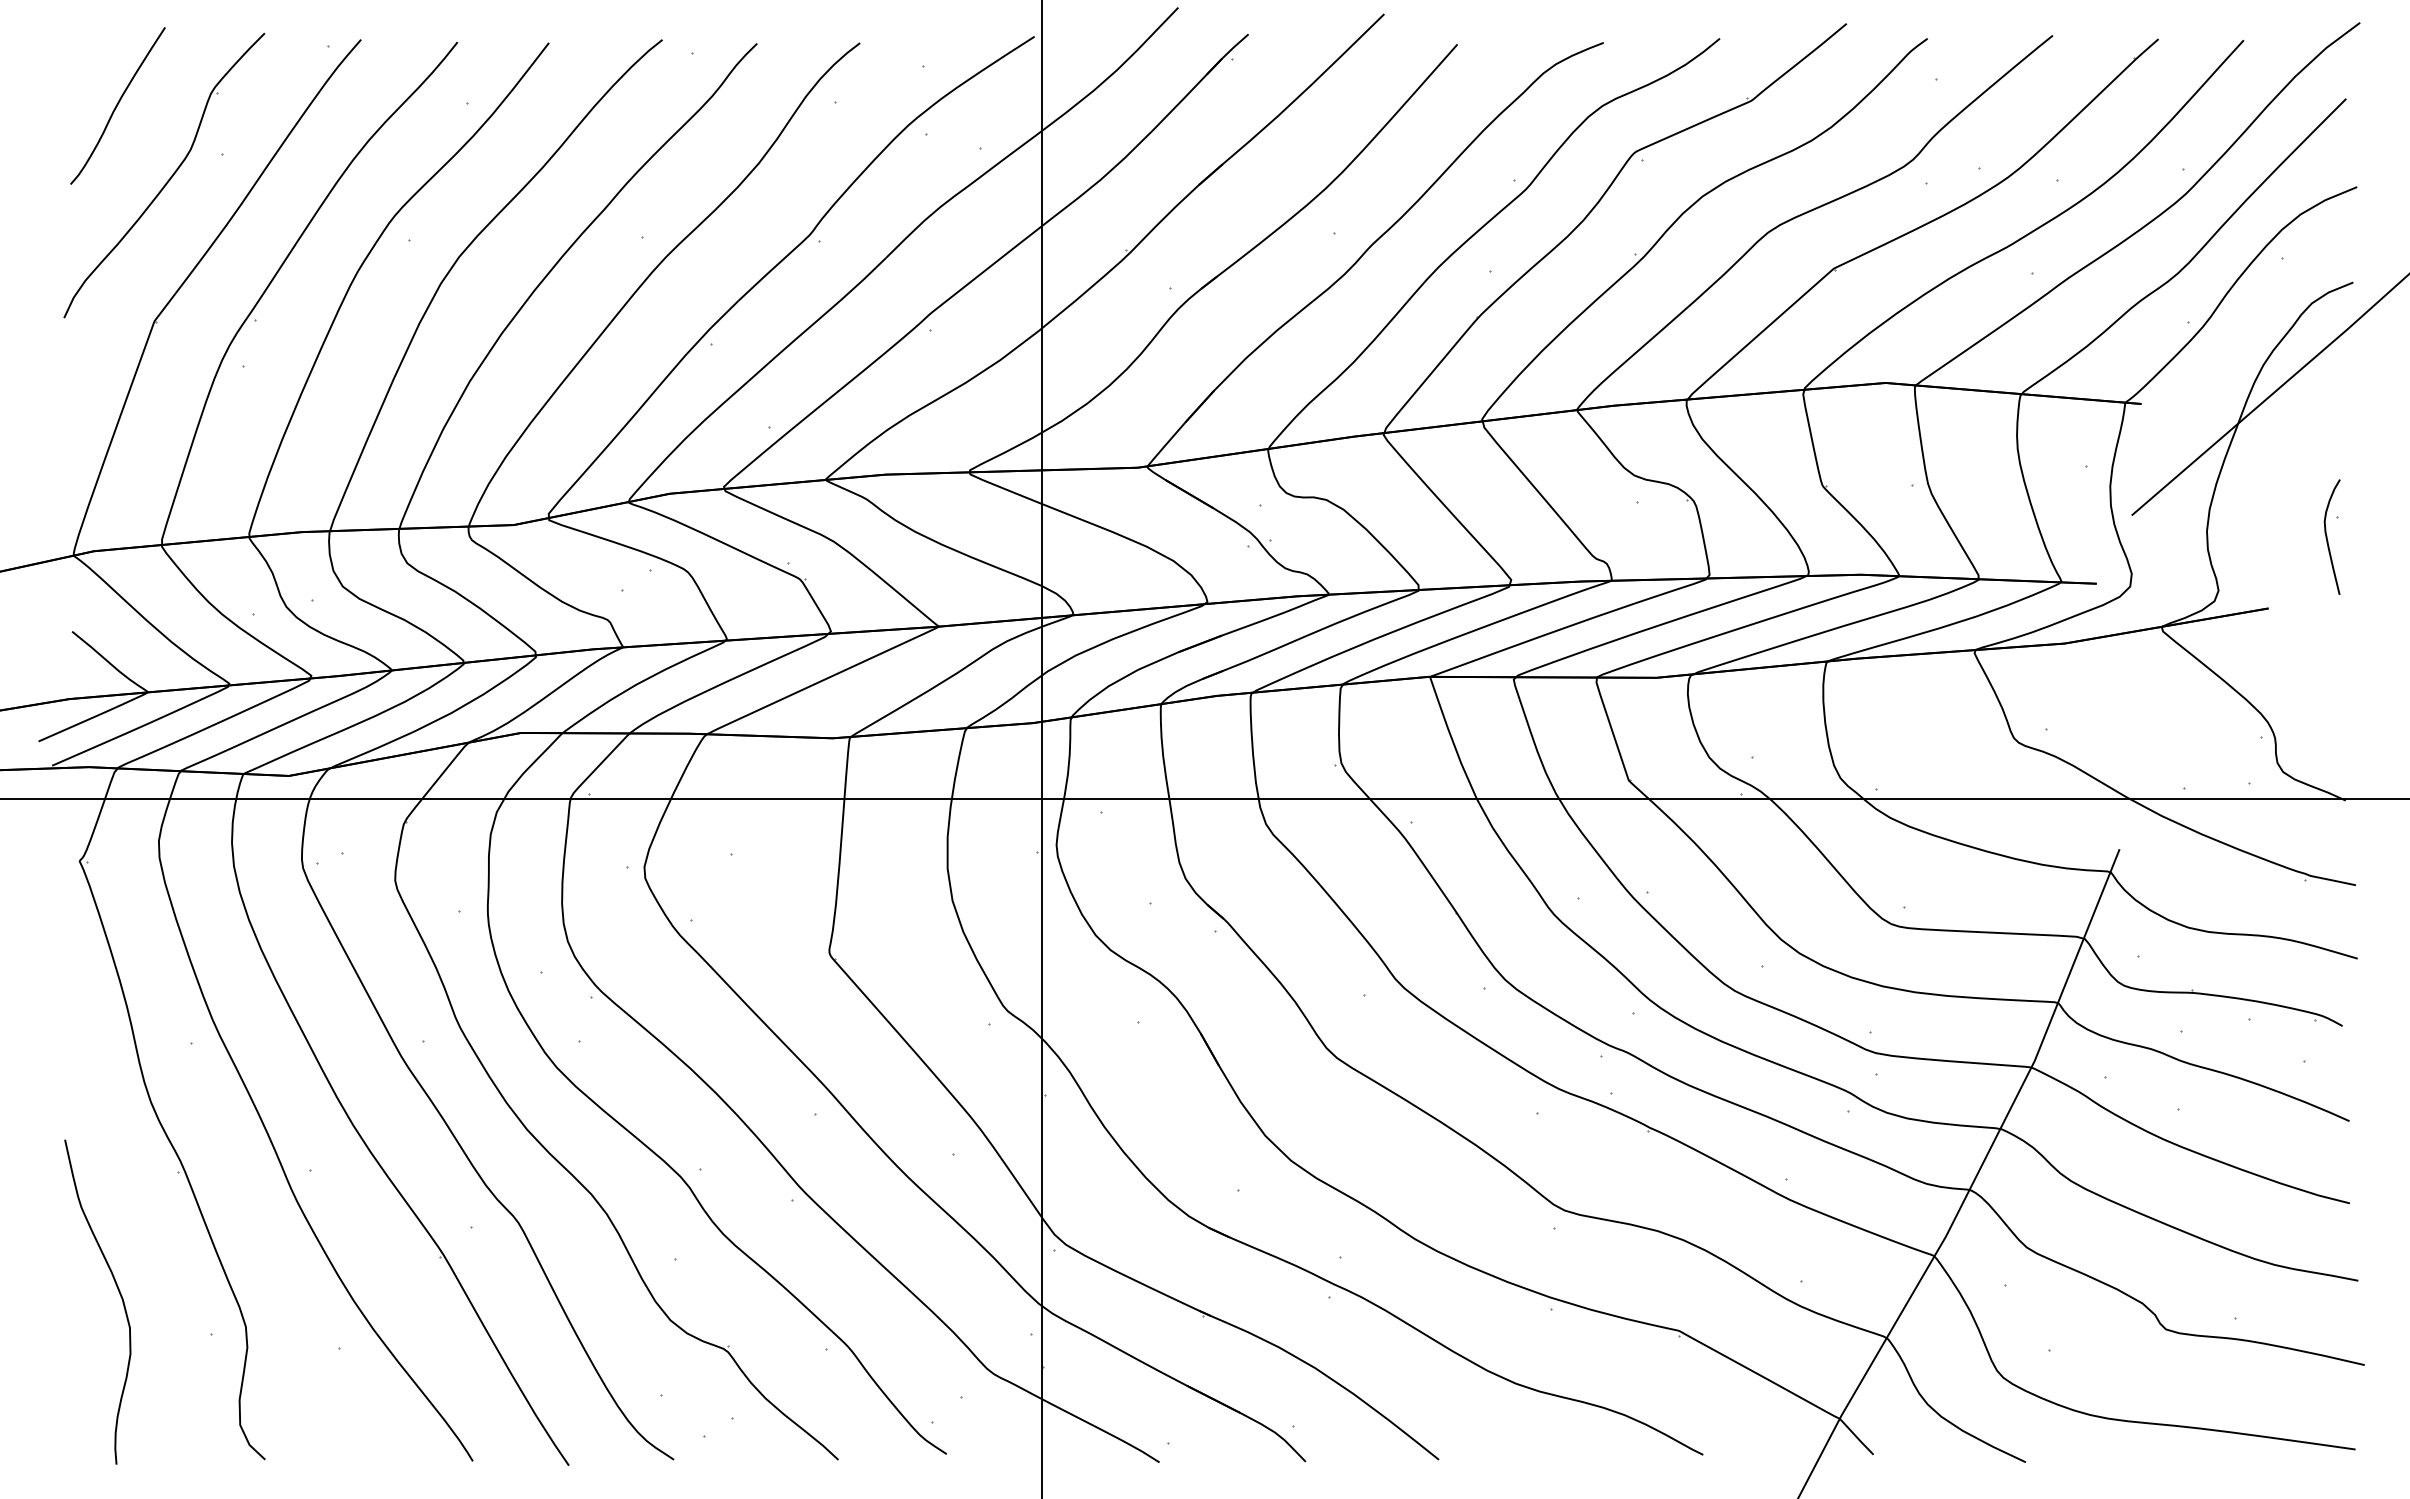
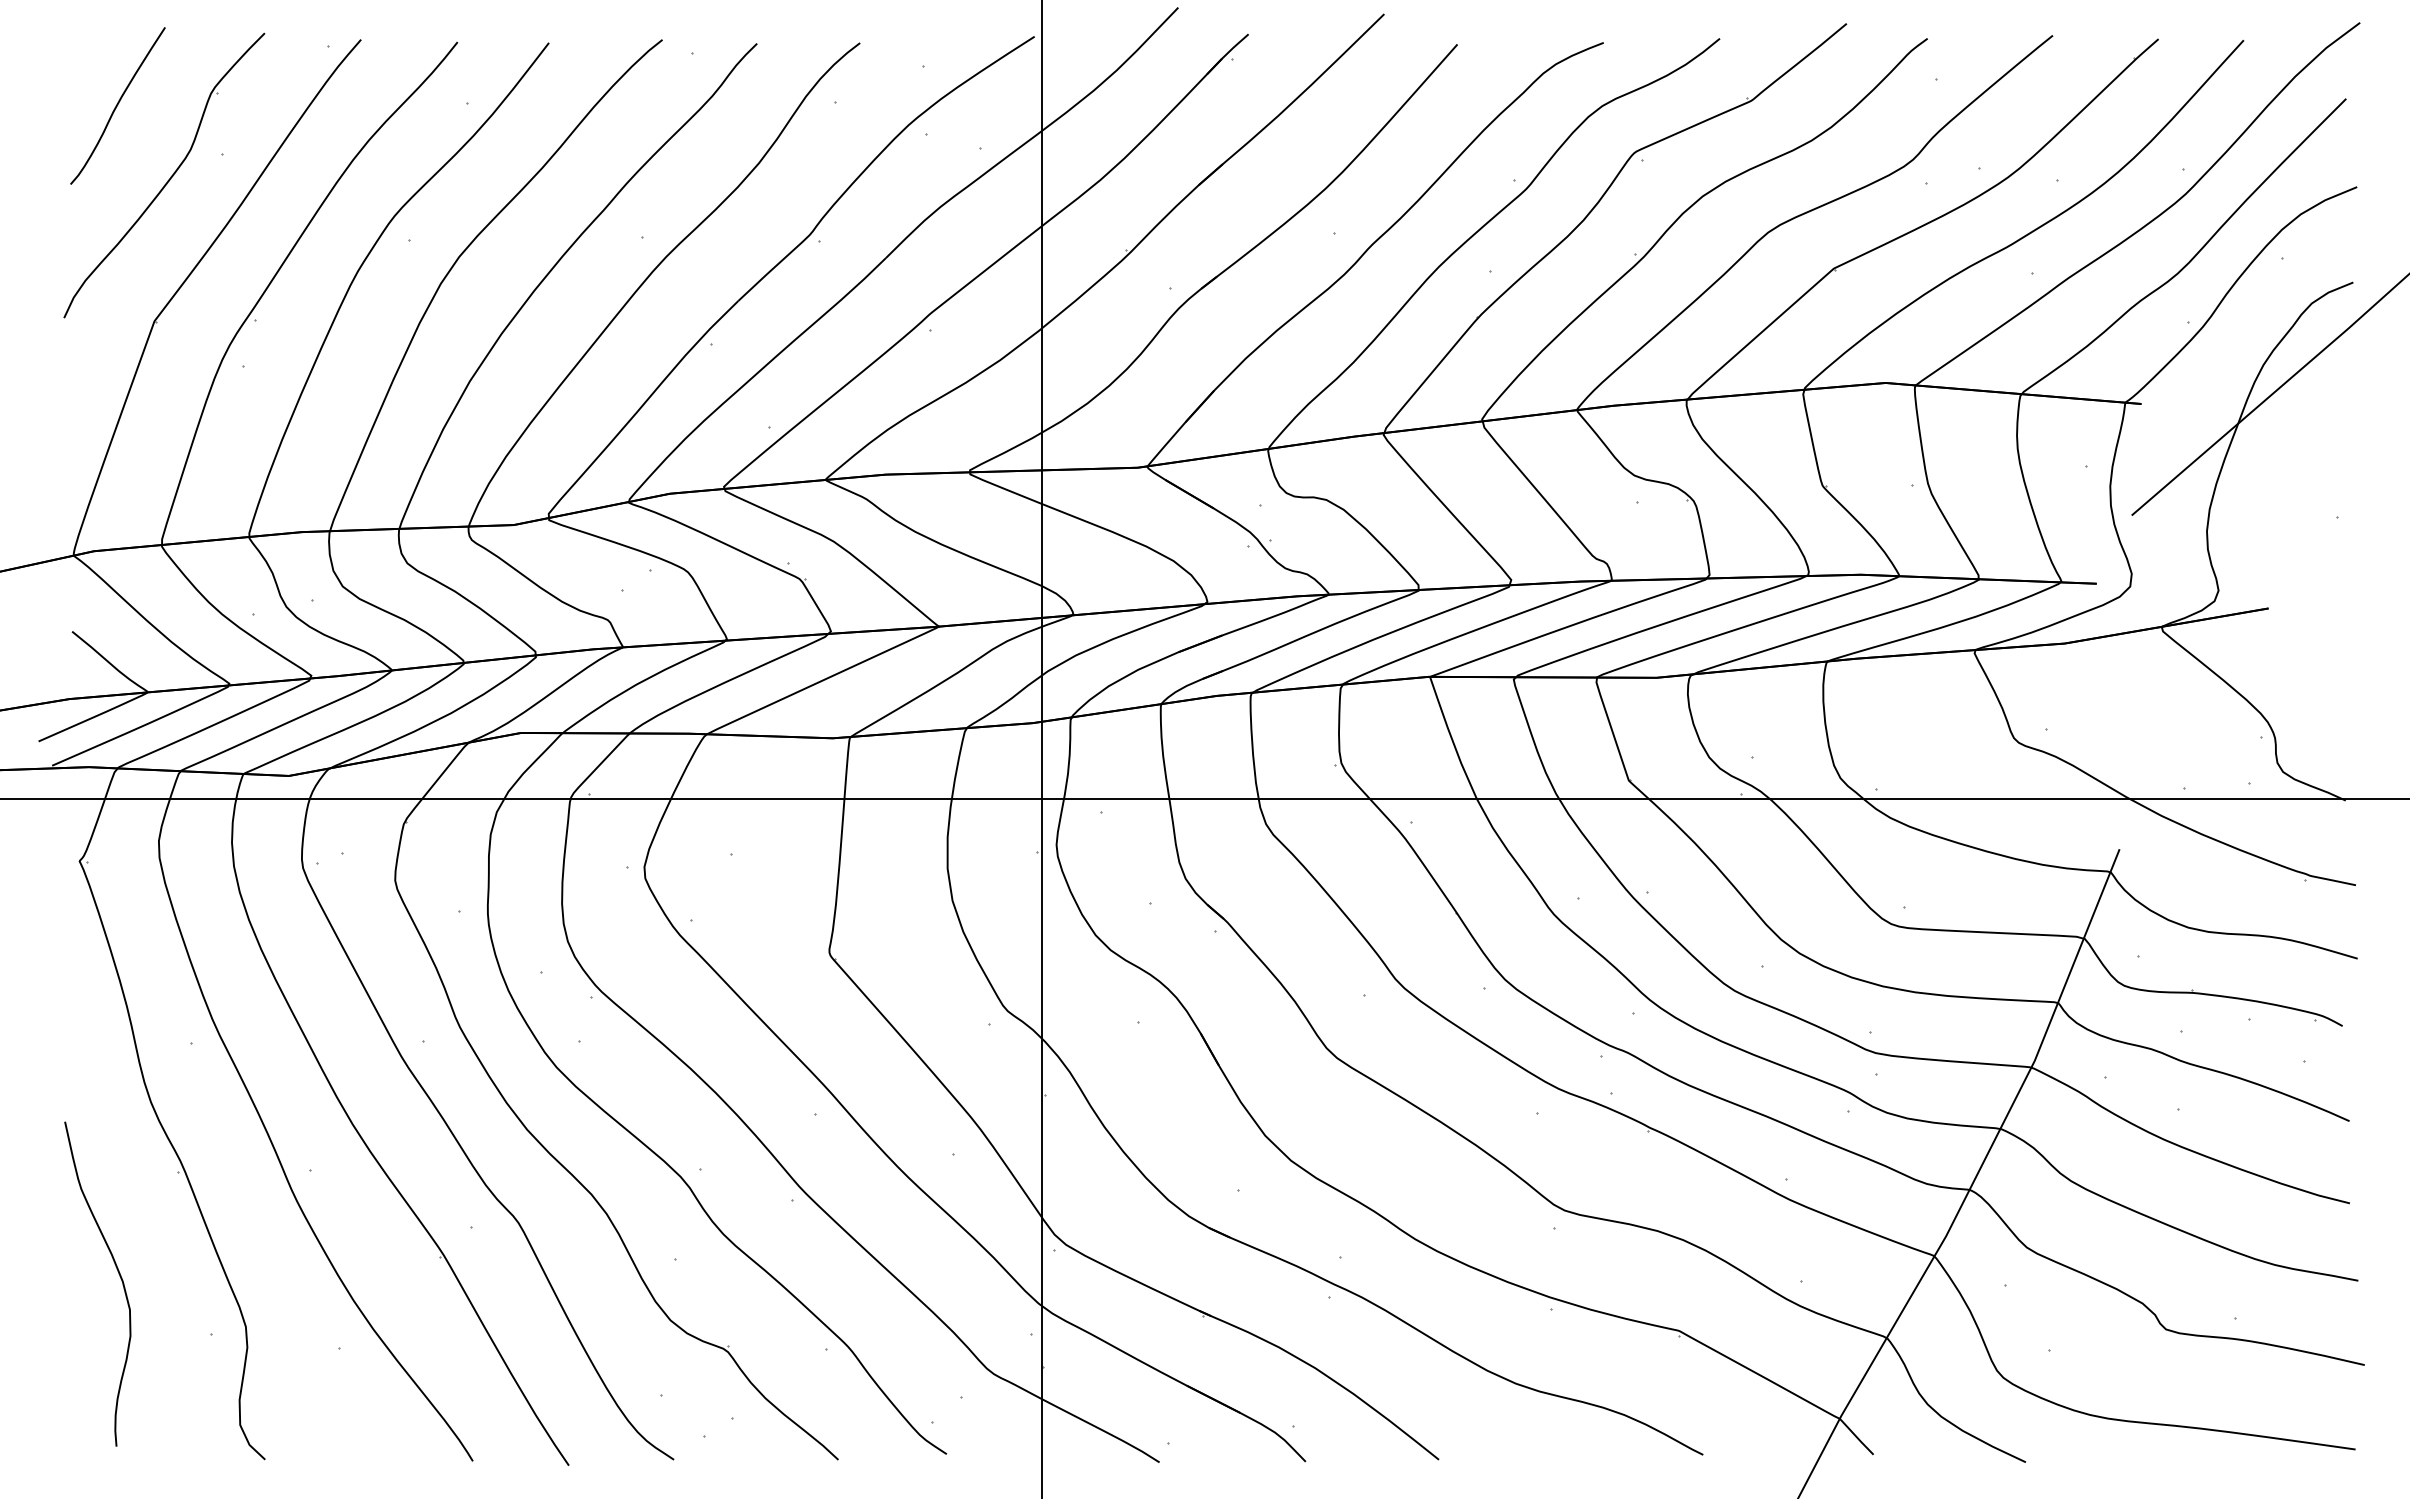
curve at (2327, 536): present -> none
curve at (118, 1292) position: (118, 1292) -> (118, 1274)
